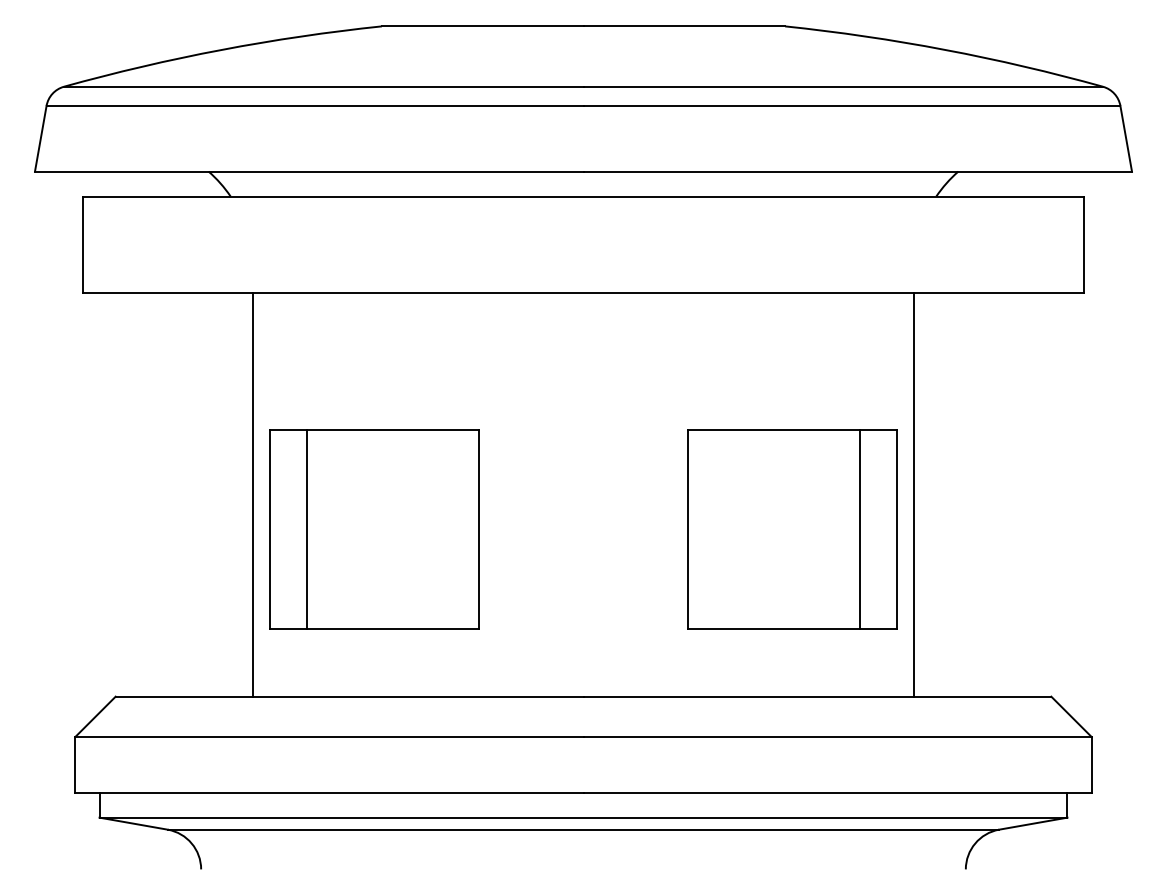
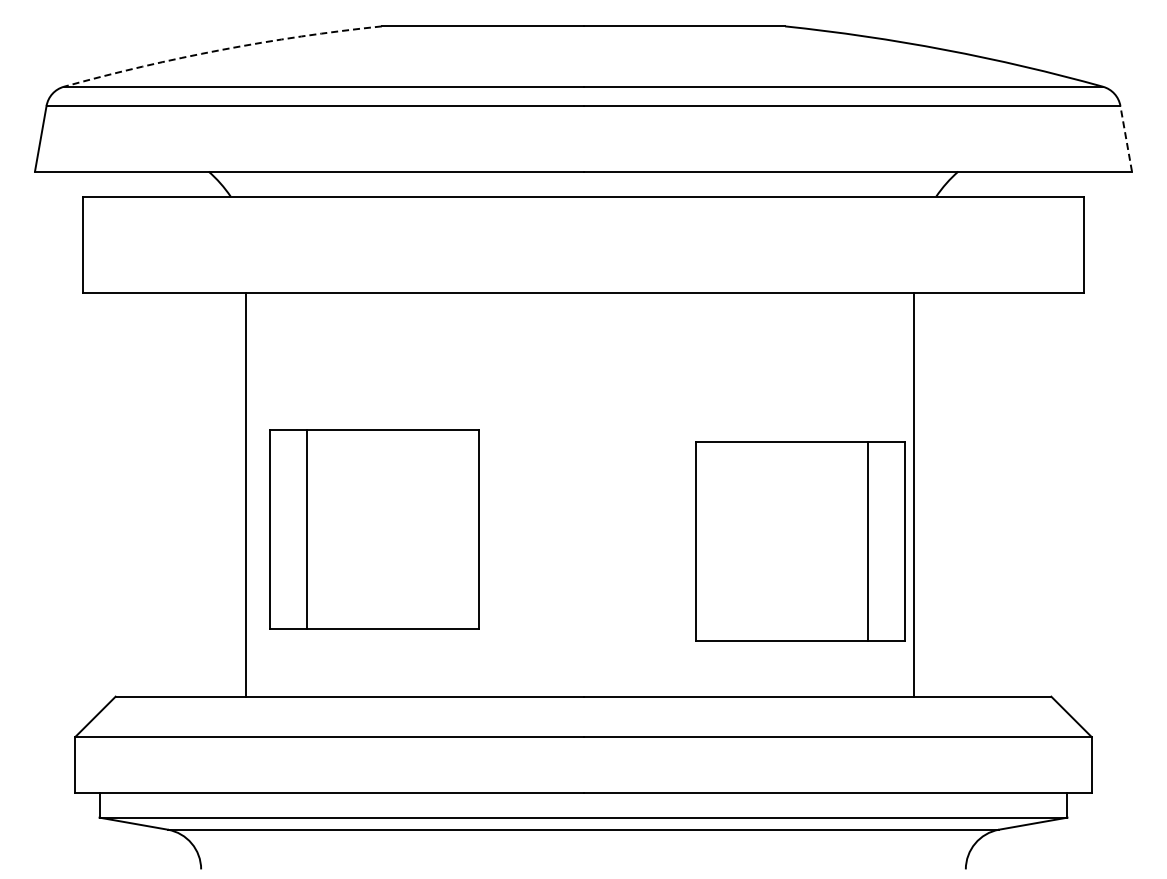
arc at (221, 49): solid -> dashed
line at (1126, 138): solid -> dashed
line at (252, 494) position: (252, 494) -> (245, 494)
part at (792, 529) position: (792, 529) -> (800, 541)
